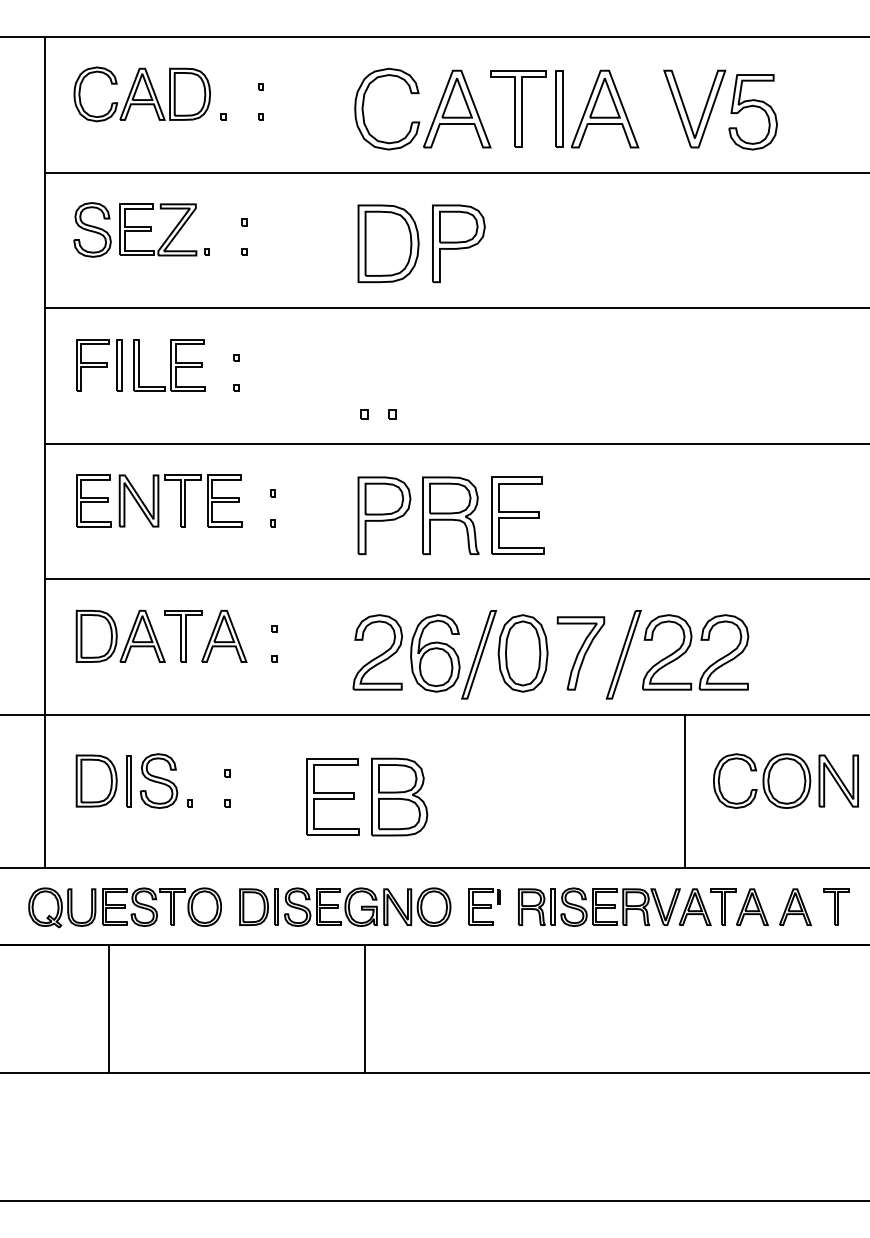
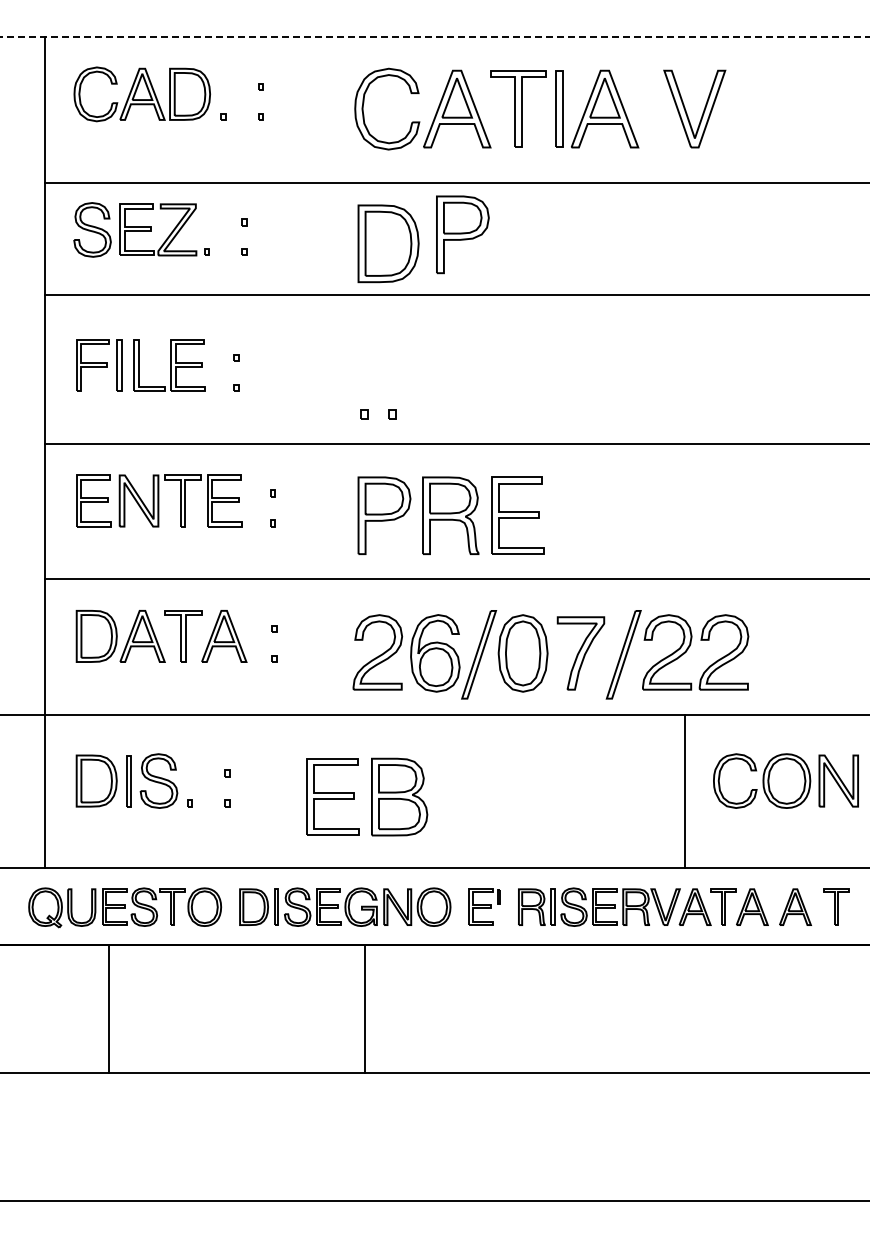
line at (435, 37): solid -> dashed
part at (752, 112): present -> none
line at (455, 172) position: (455, 172) -> (455, 182)
part at (458, 243) position: (458, 243) -> (462, 234)
line at (455, 308) position: (455, 308) -> (455, 295)
